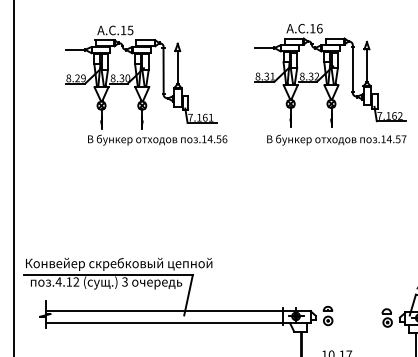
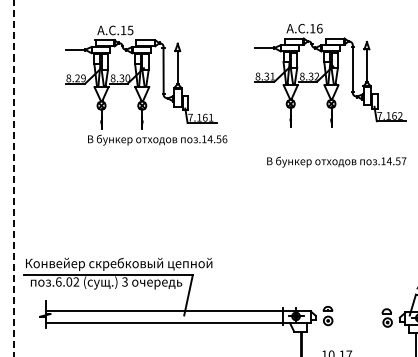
text at (336, 139) position: (336, 139) -> (336, 161)
line at (13, 178): solid -> dashed
text at (63, 281): .4.12 -> .6.02
